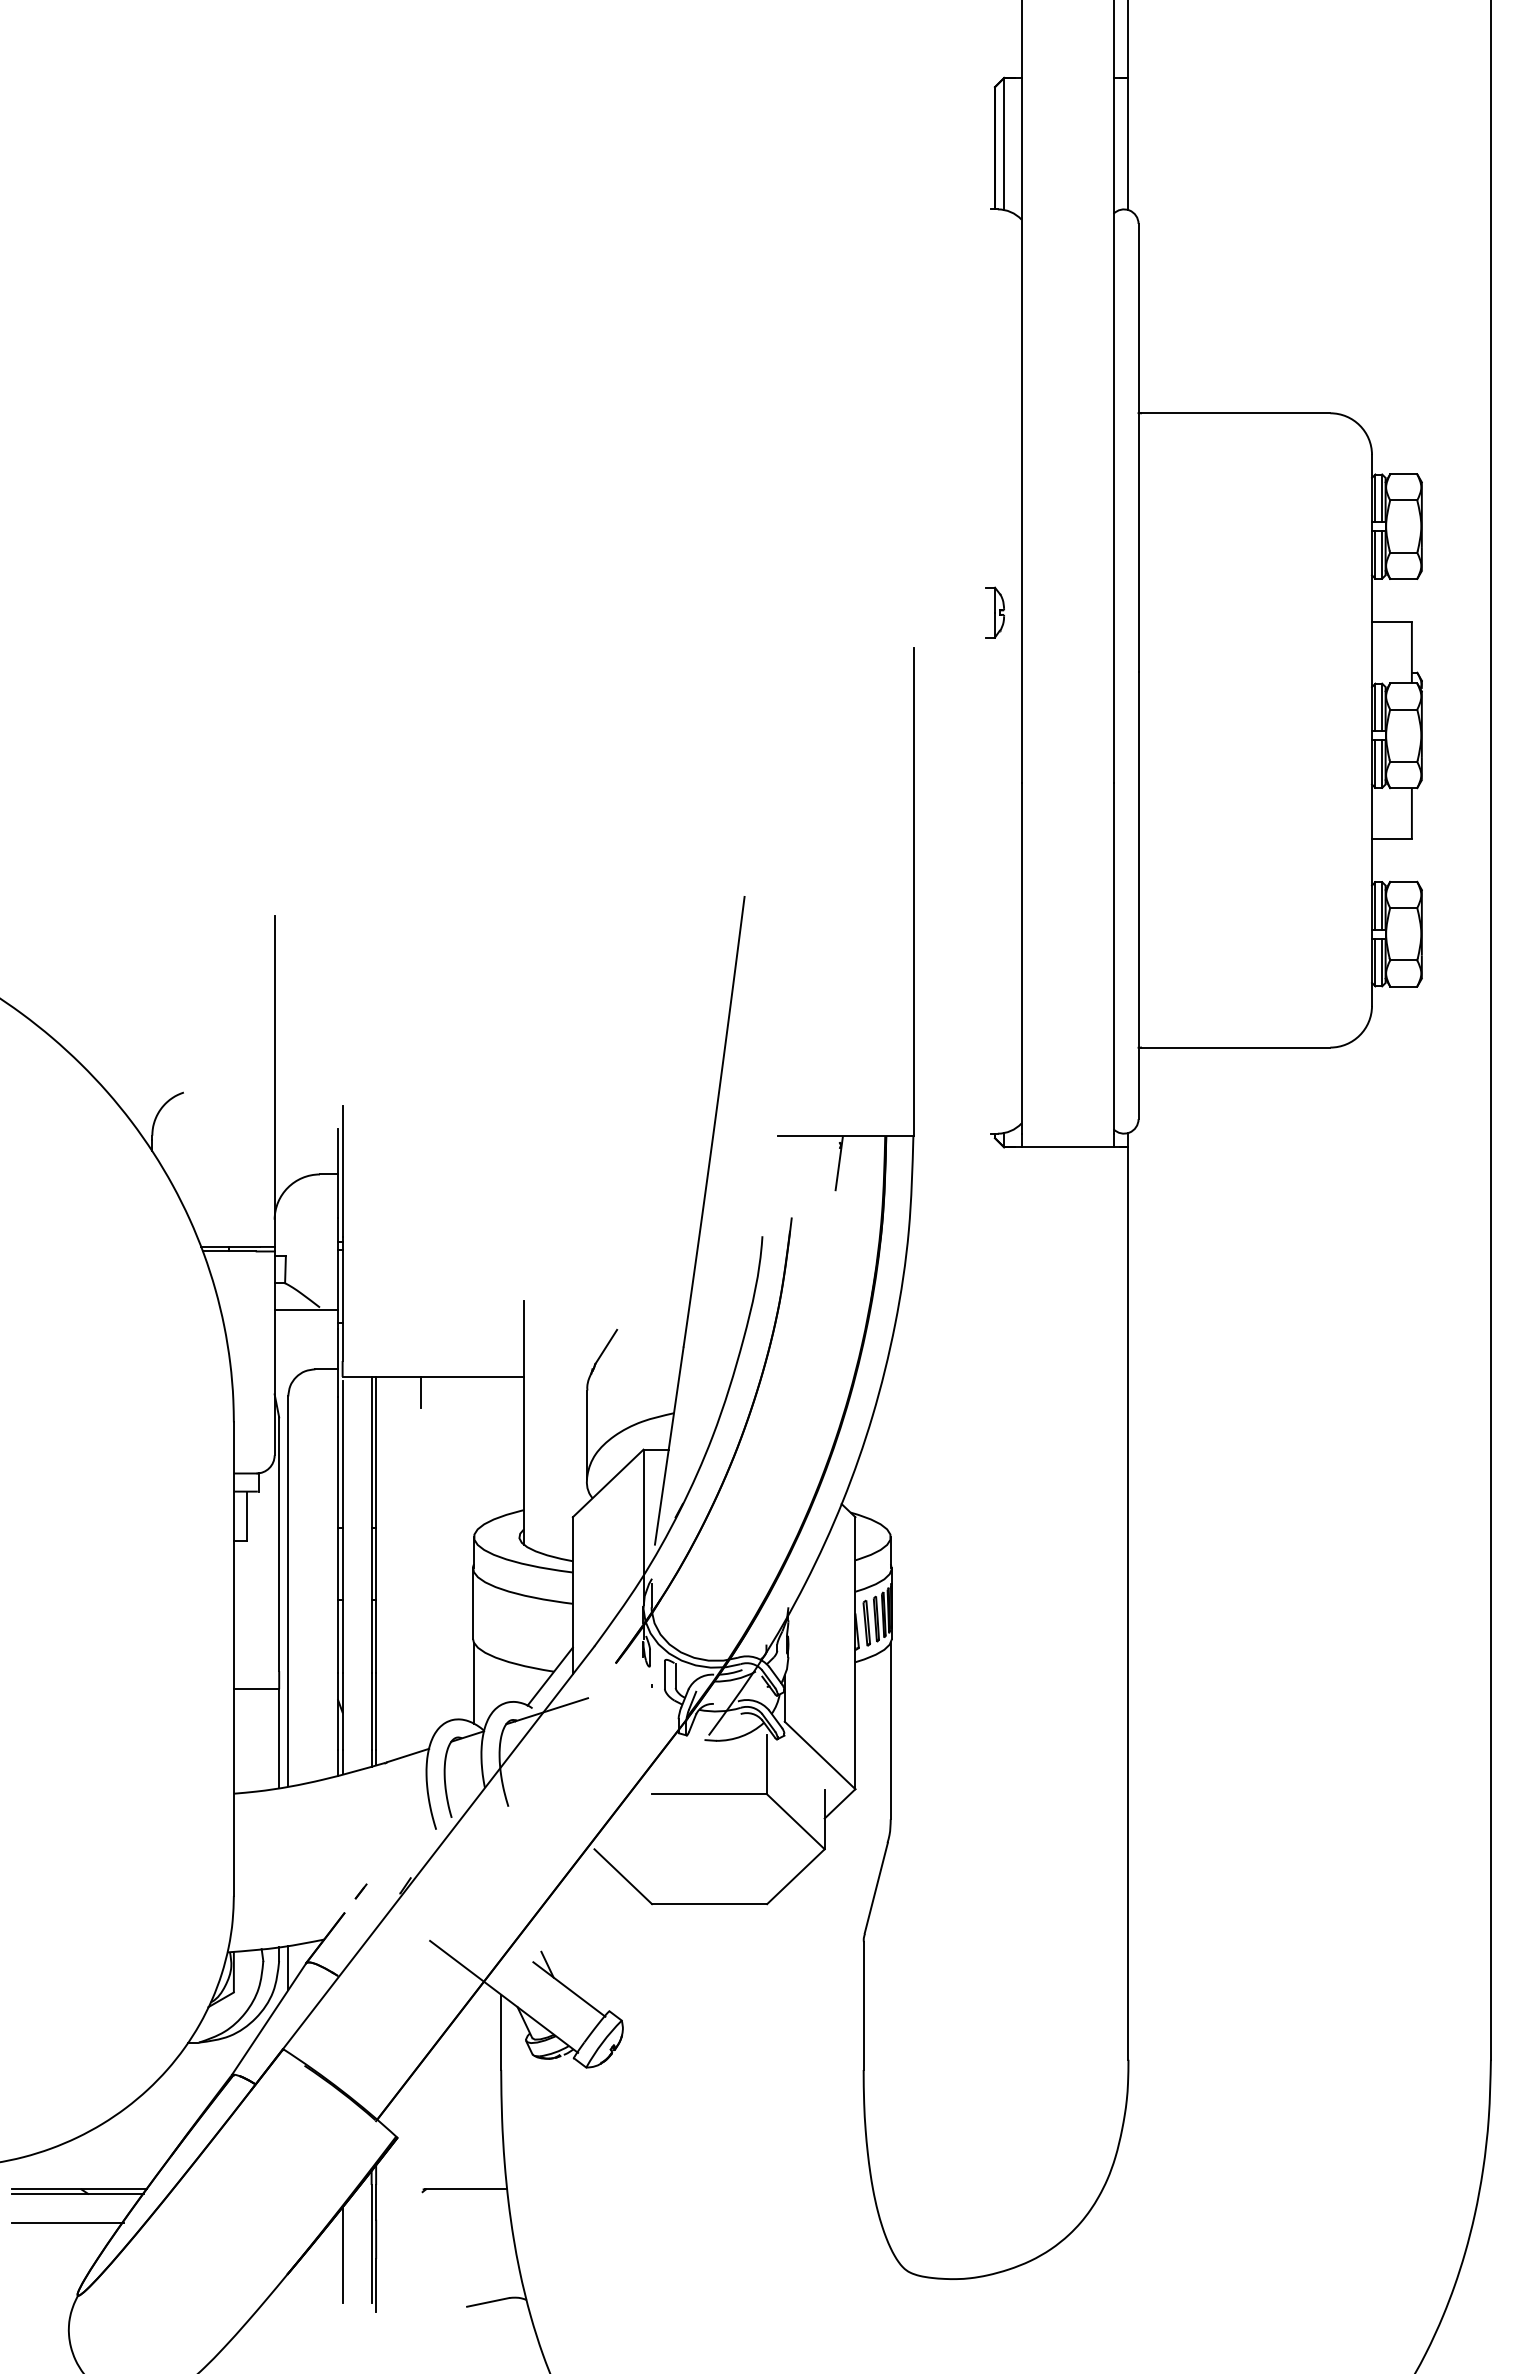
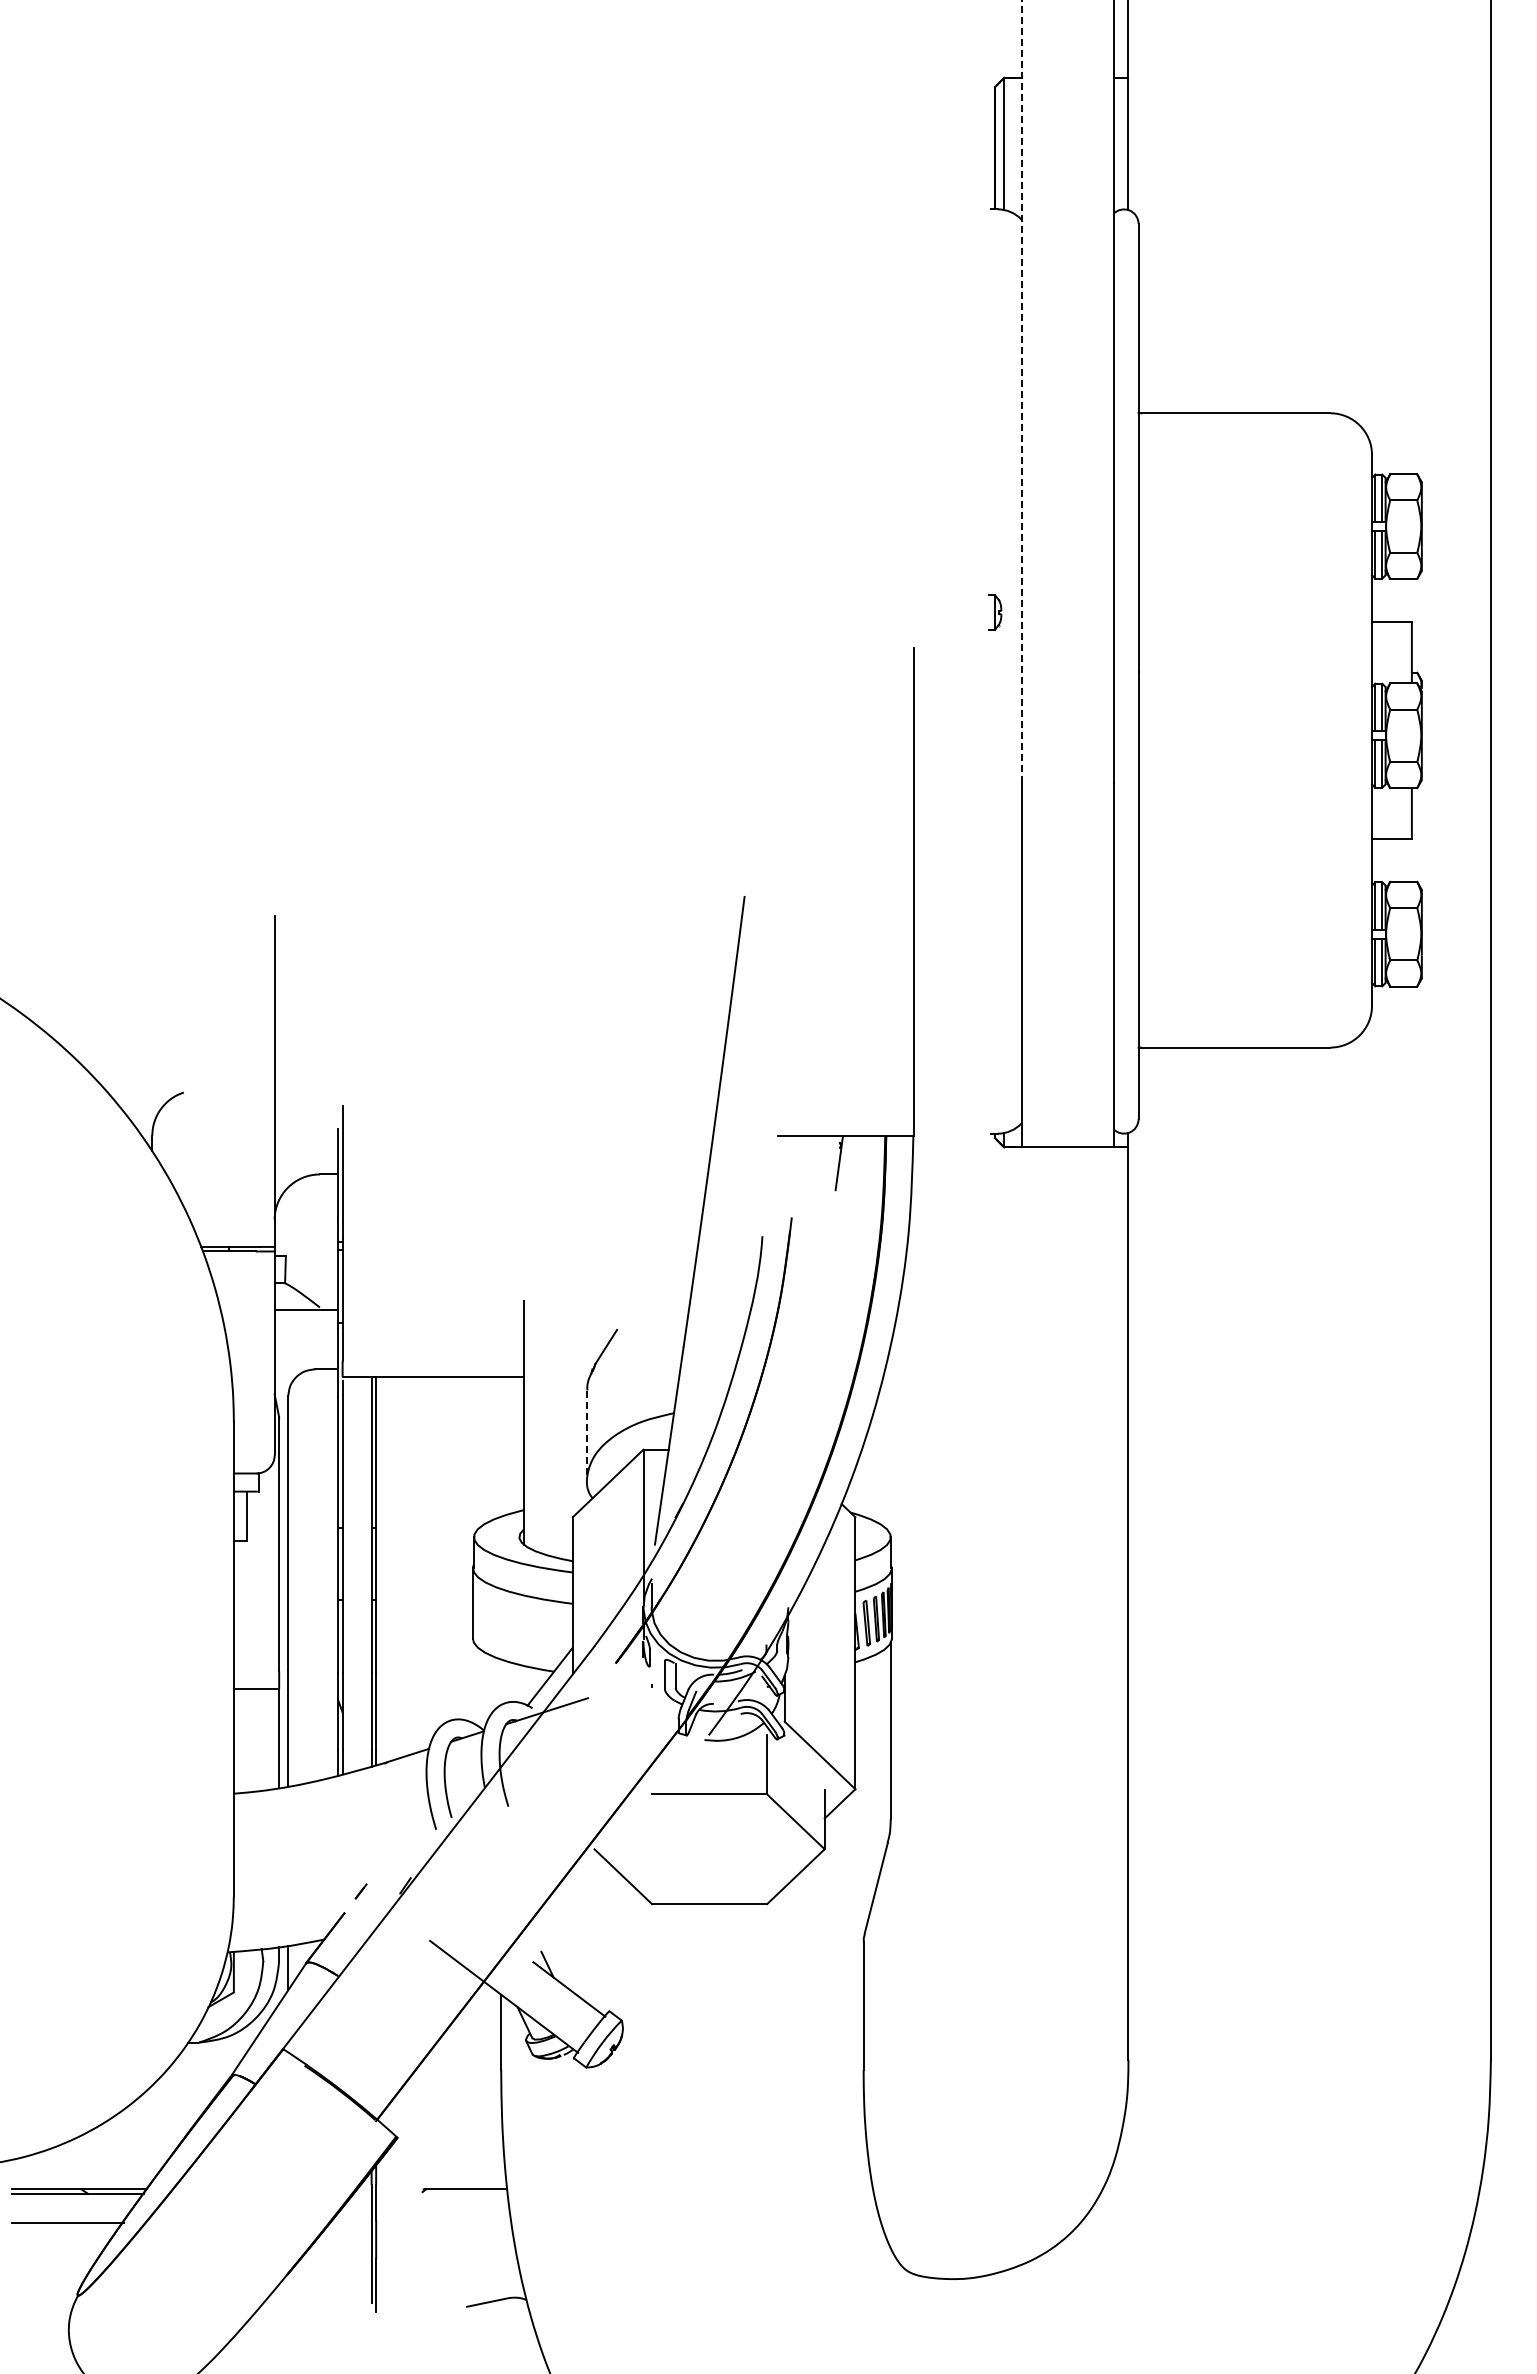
line at (1021, 390): solid -> dashed
part at (994, 612) size: 20x53 px -> 15x38 px
line at (421, 1392): present -> none
line at (587, 1435): solid -> dashed
line at (474, 1682): present -> none
line at (342, 2253): present -> none
